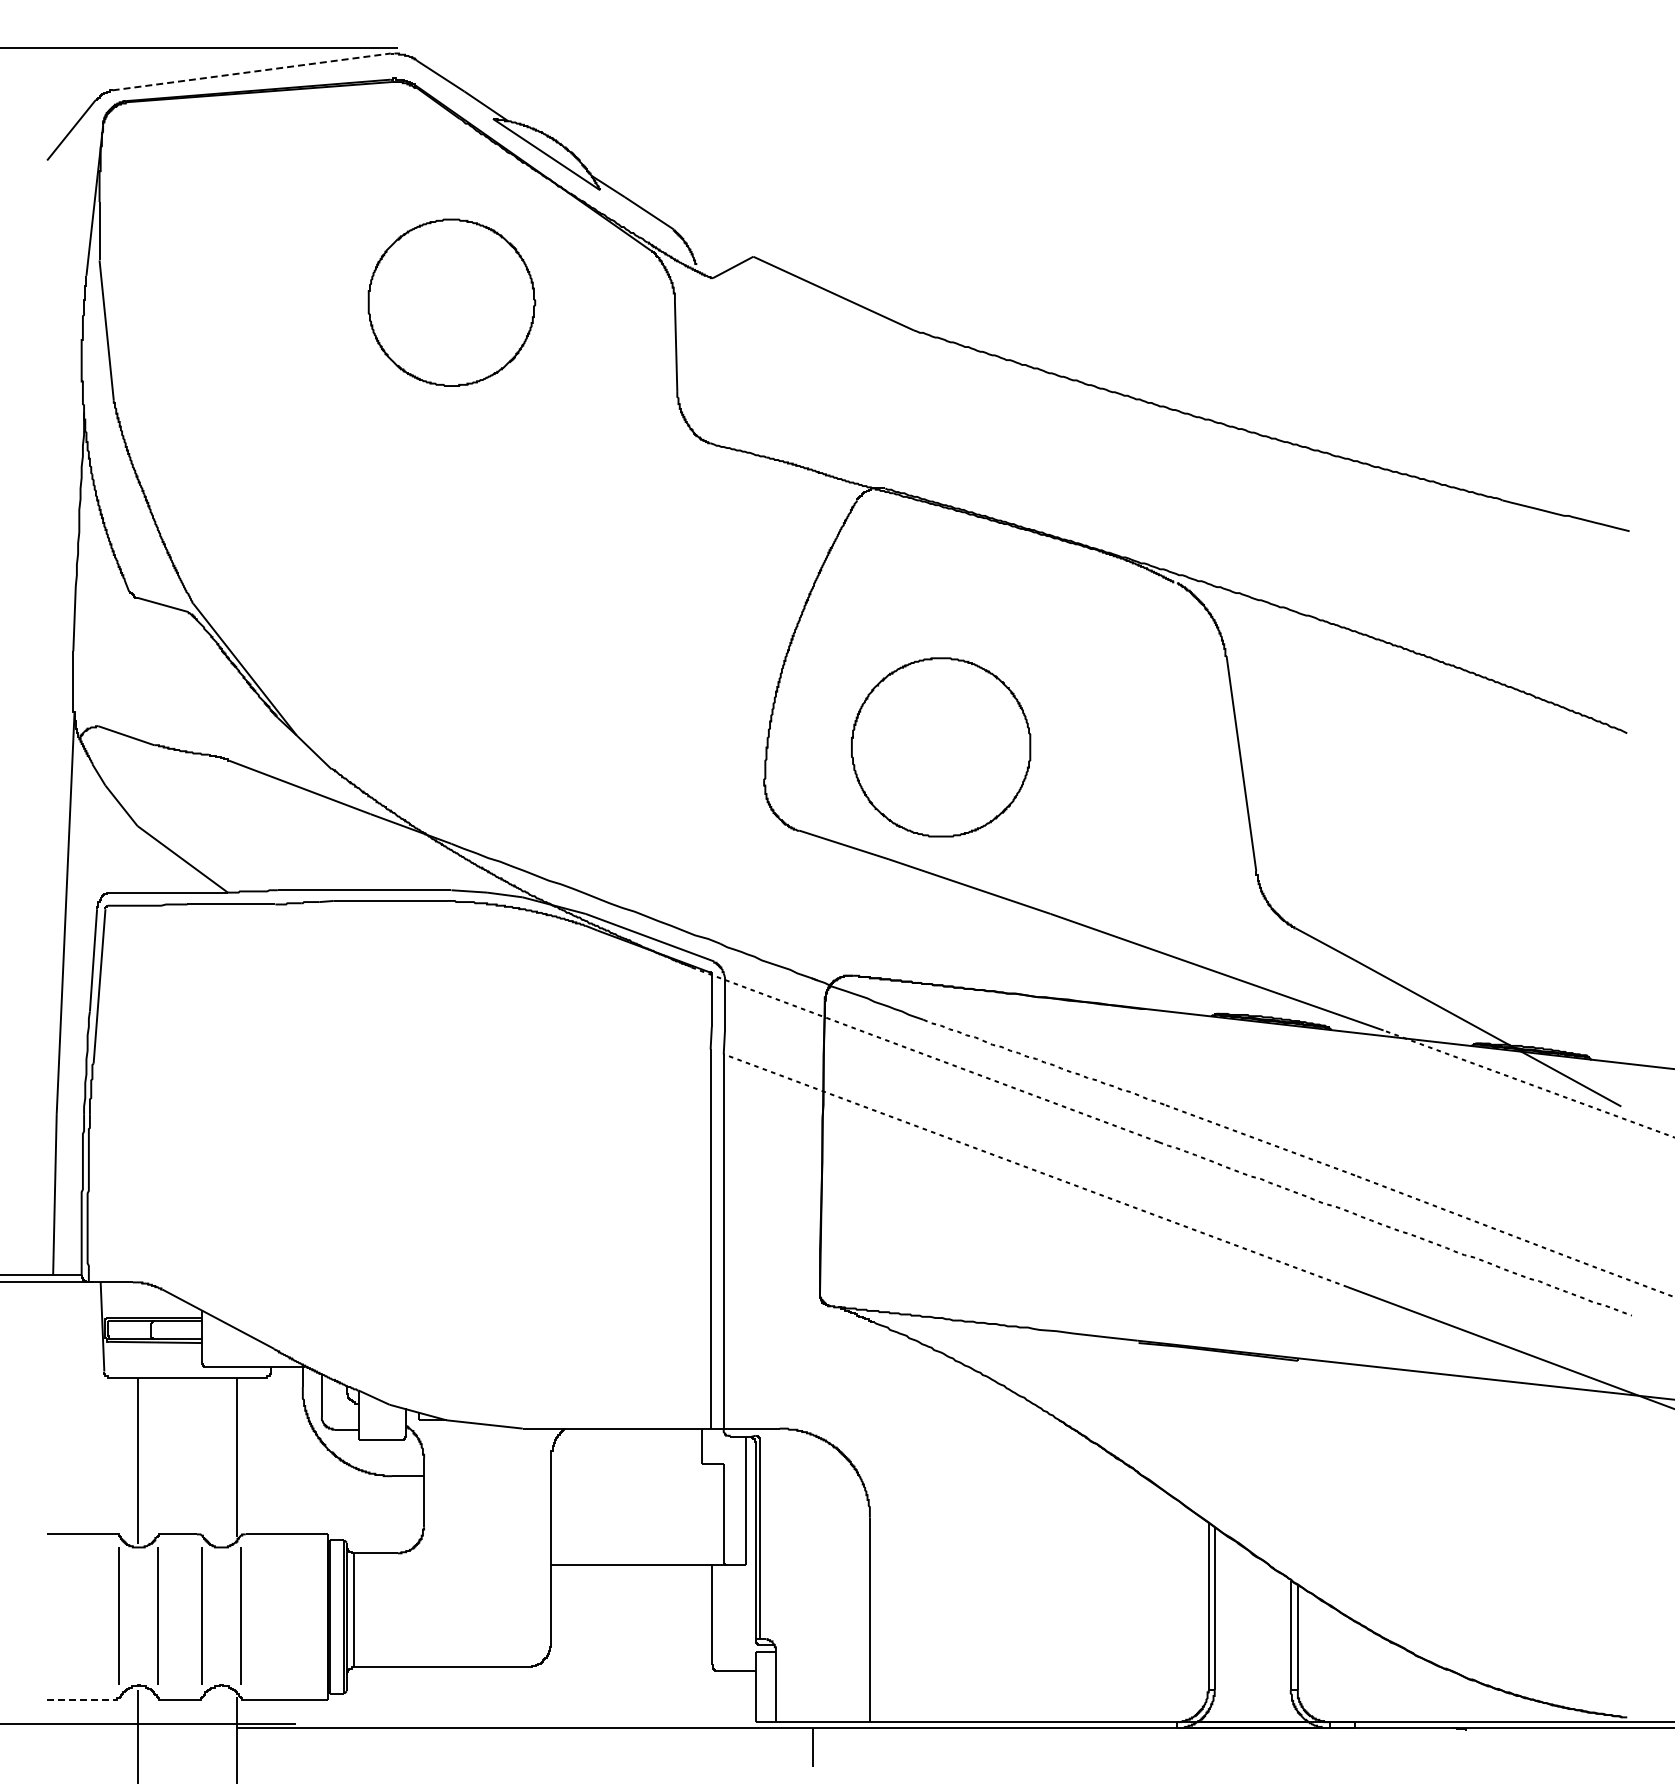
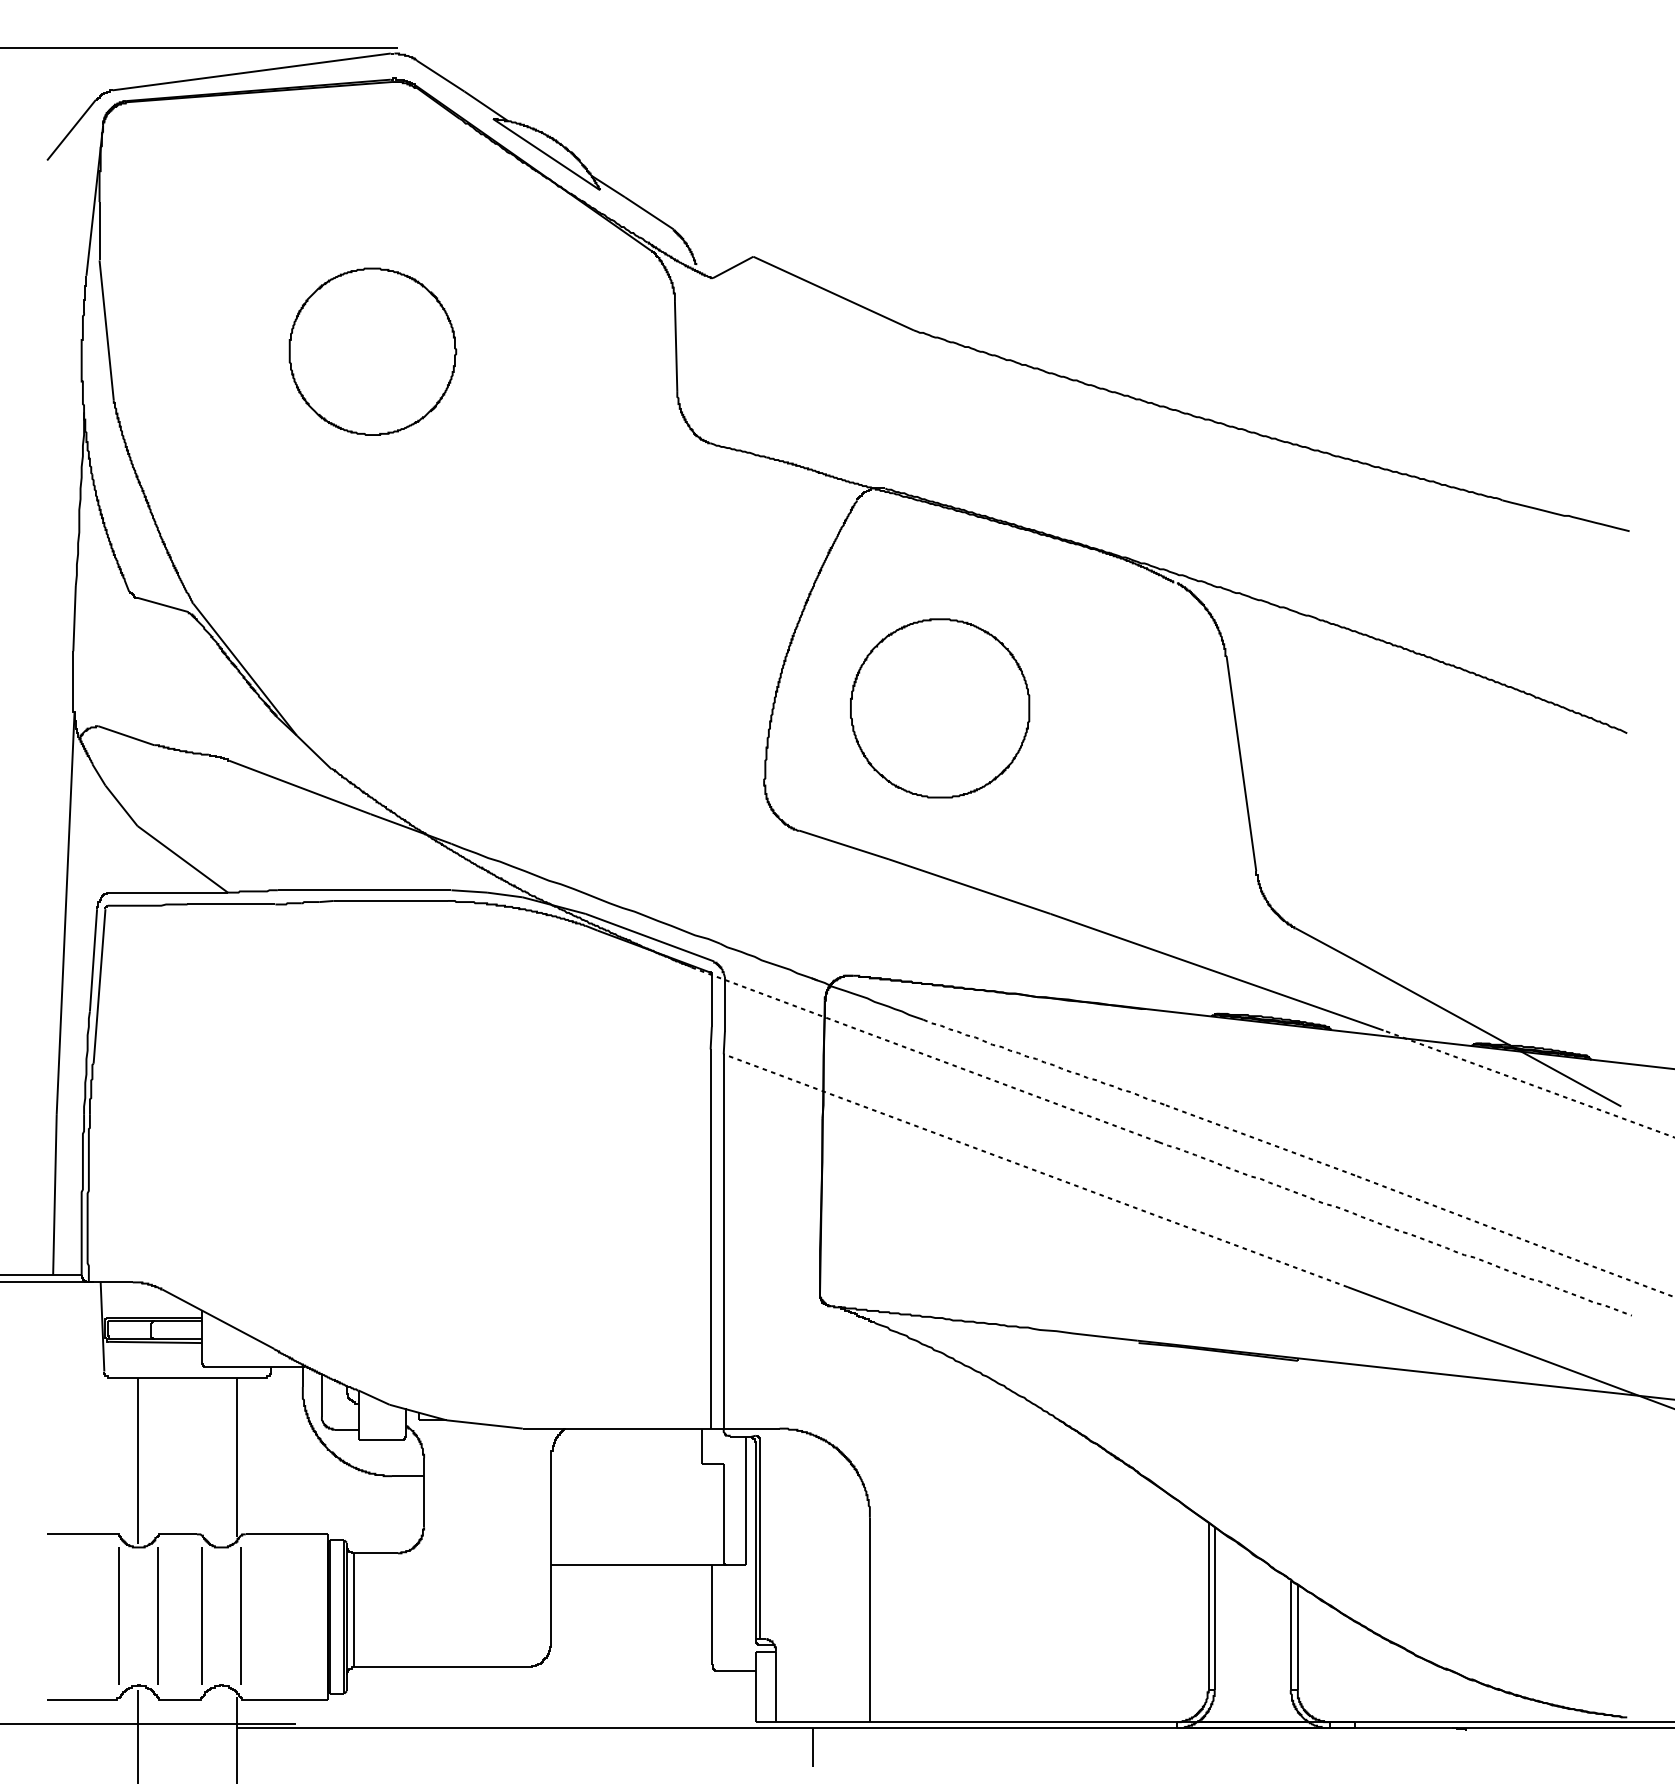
line at (252, 71): dashed -> solid
part at (451, 302) position: (451, 302) -> (372, 351)
part at (941, 747) position: (941, 747) -> (940, 708)
line at (81, 1699): dashed -> solid
